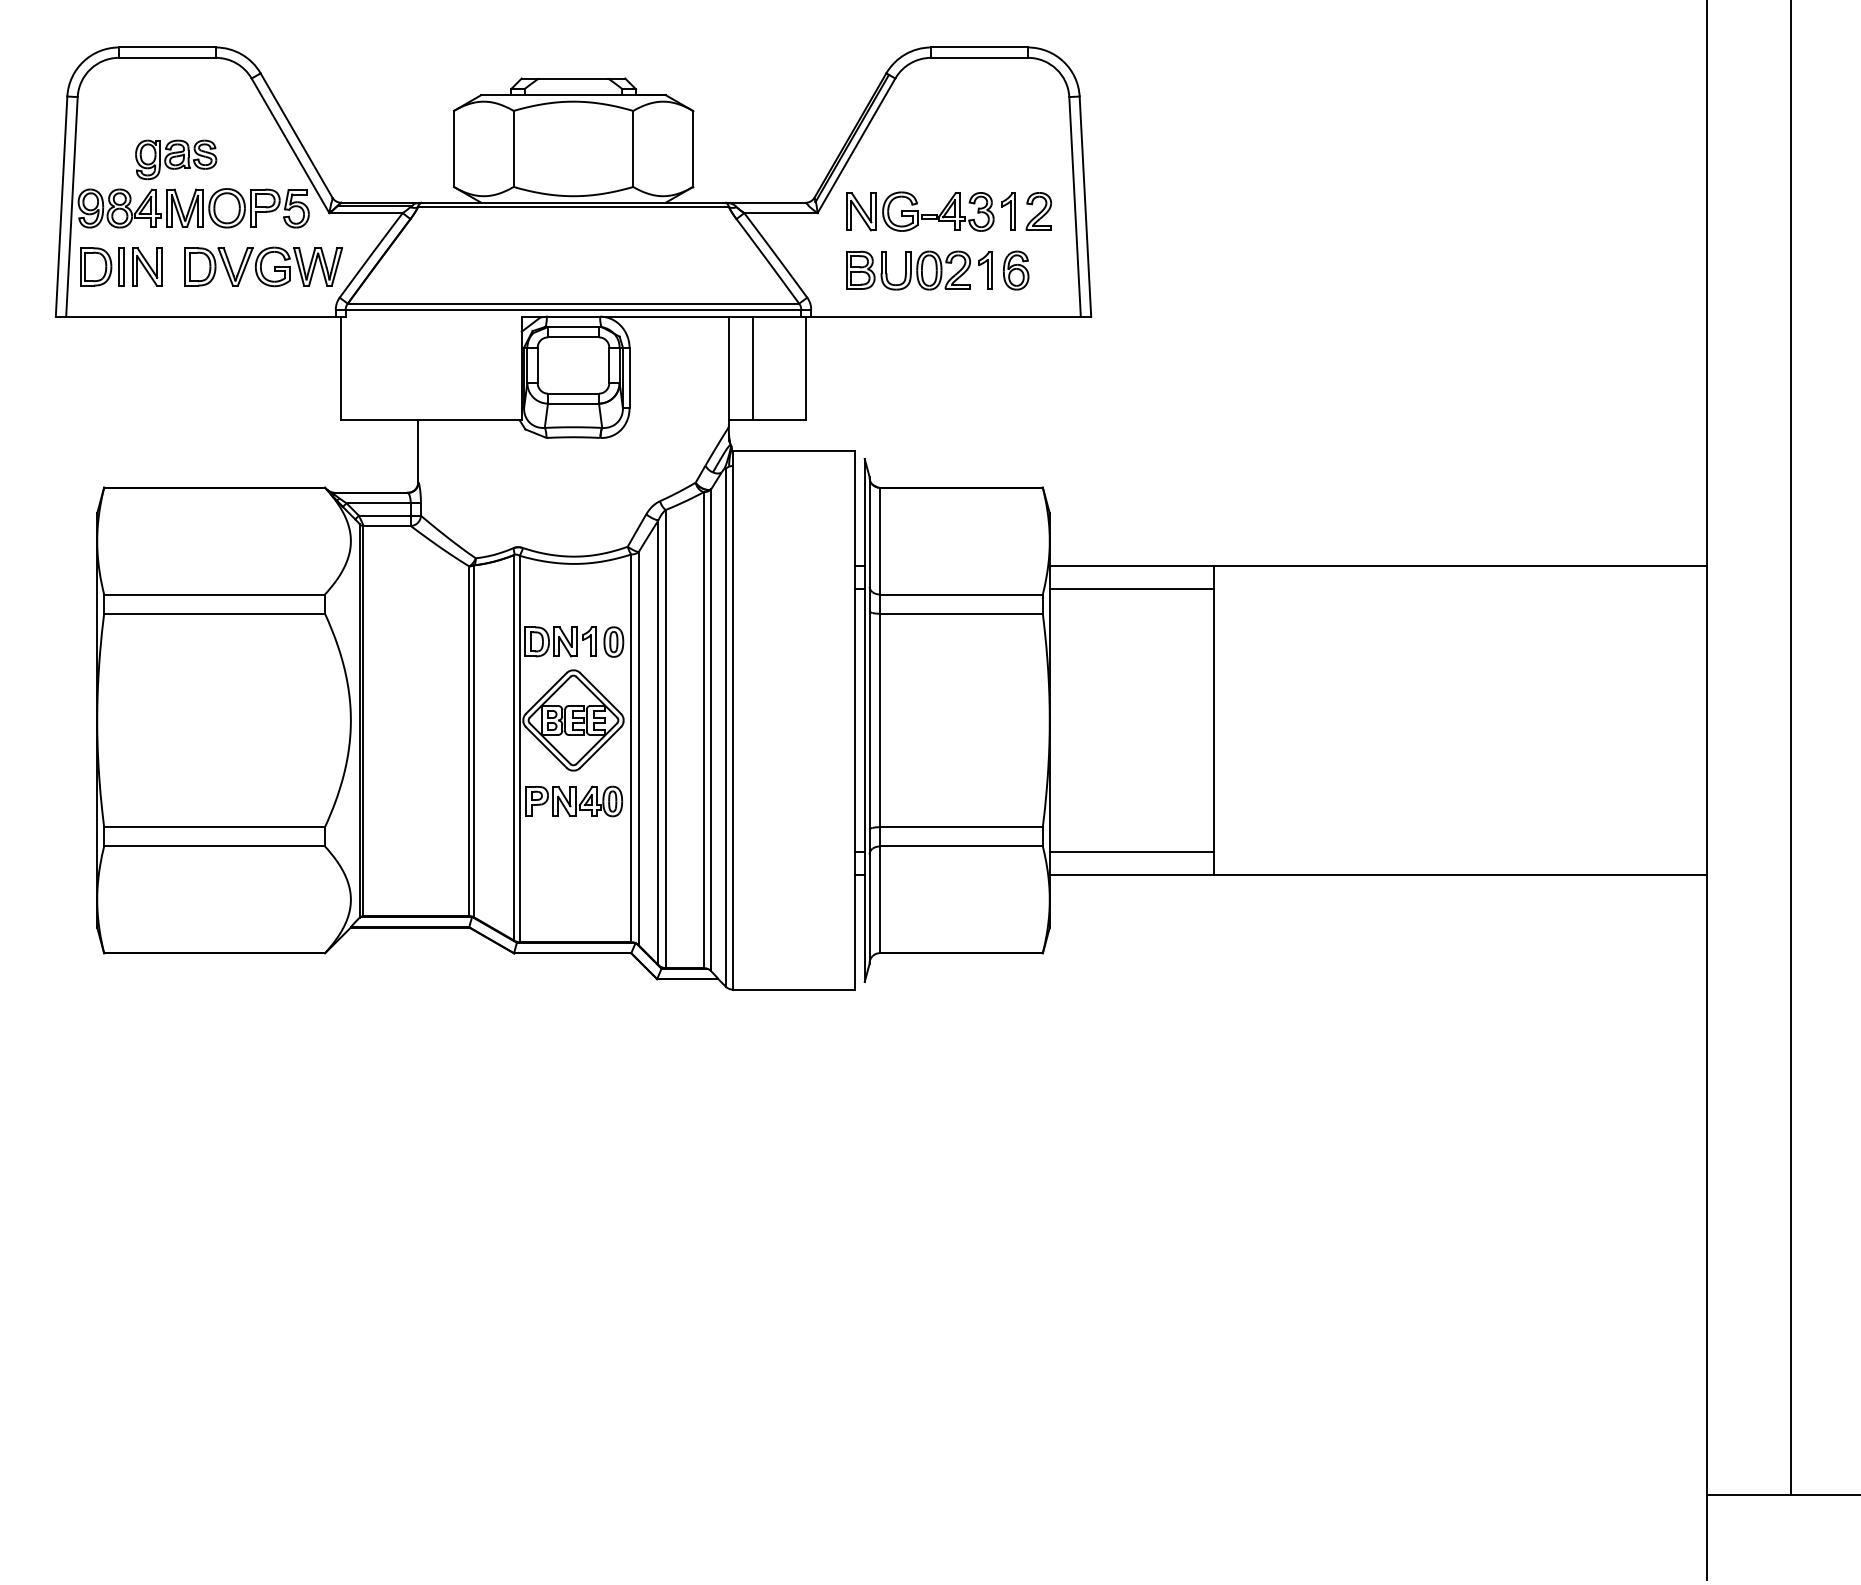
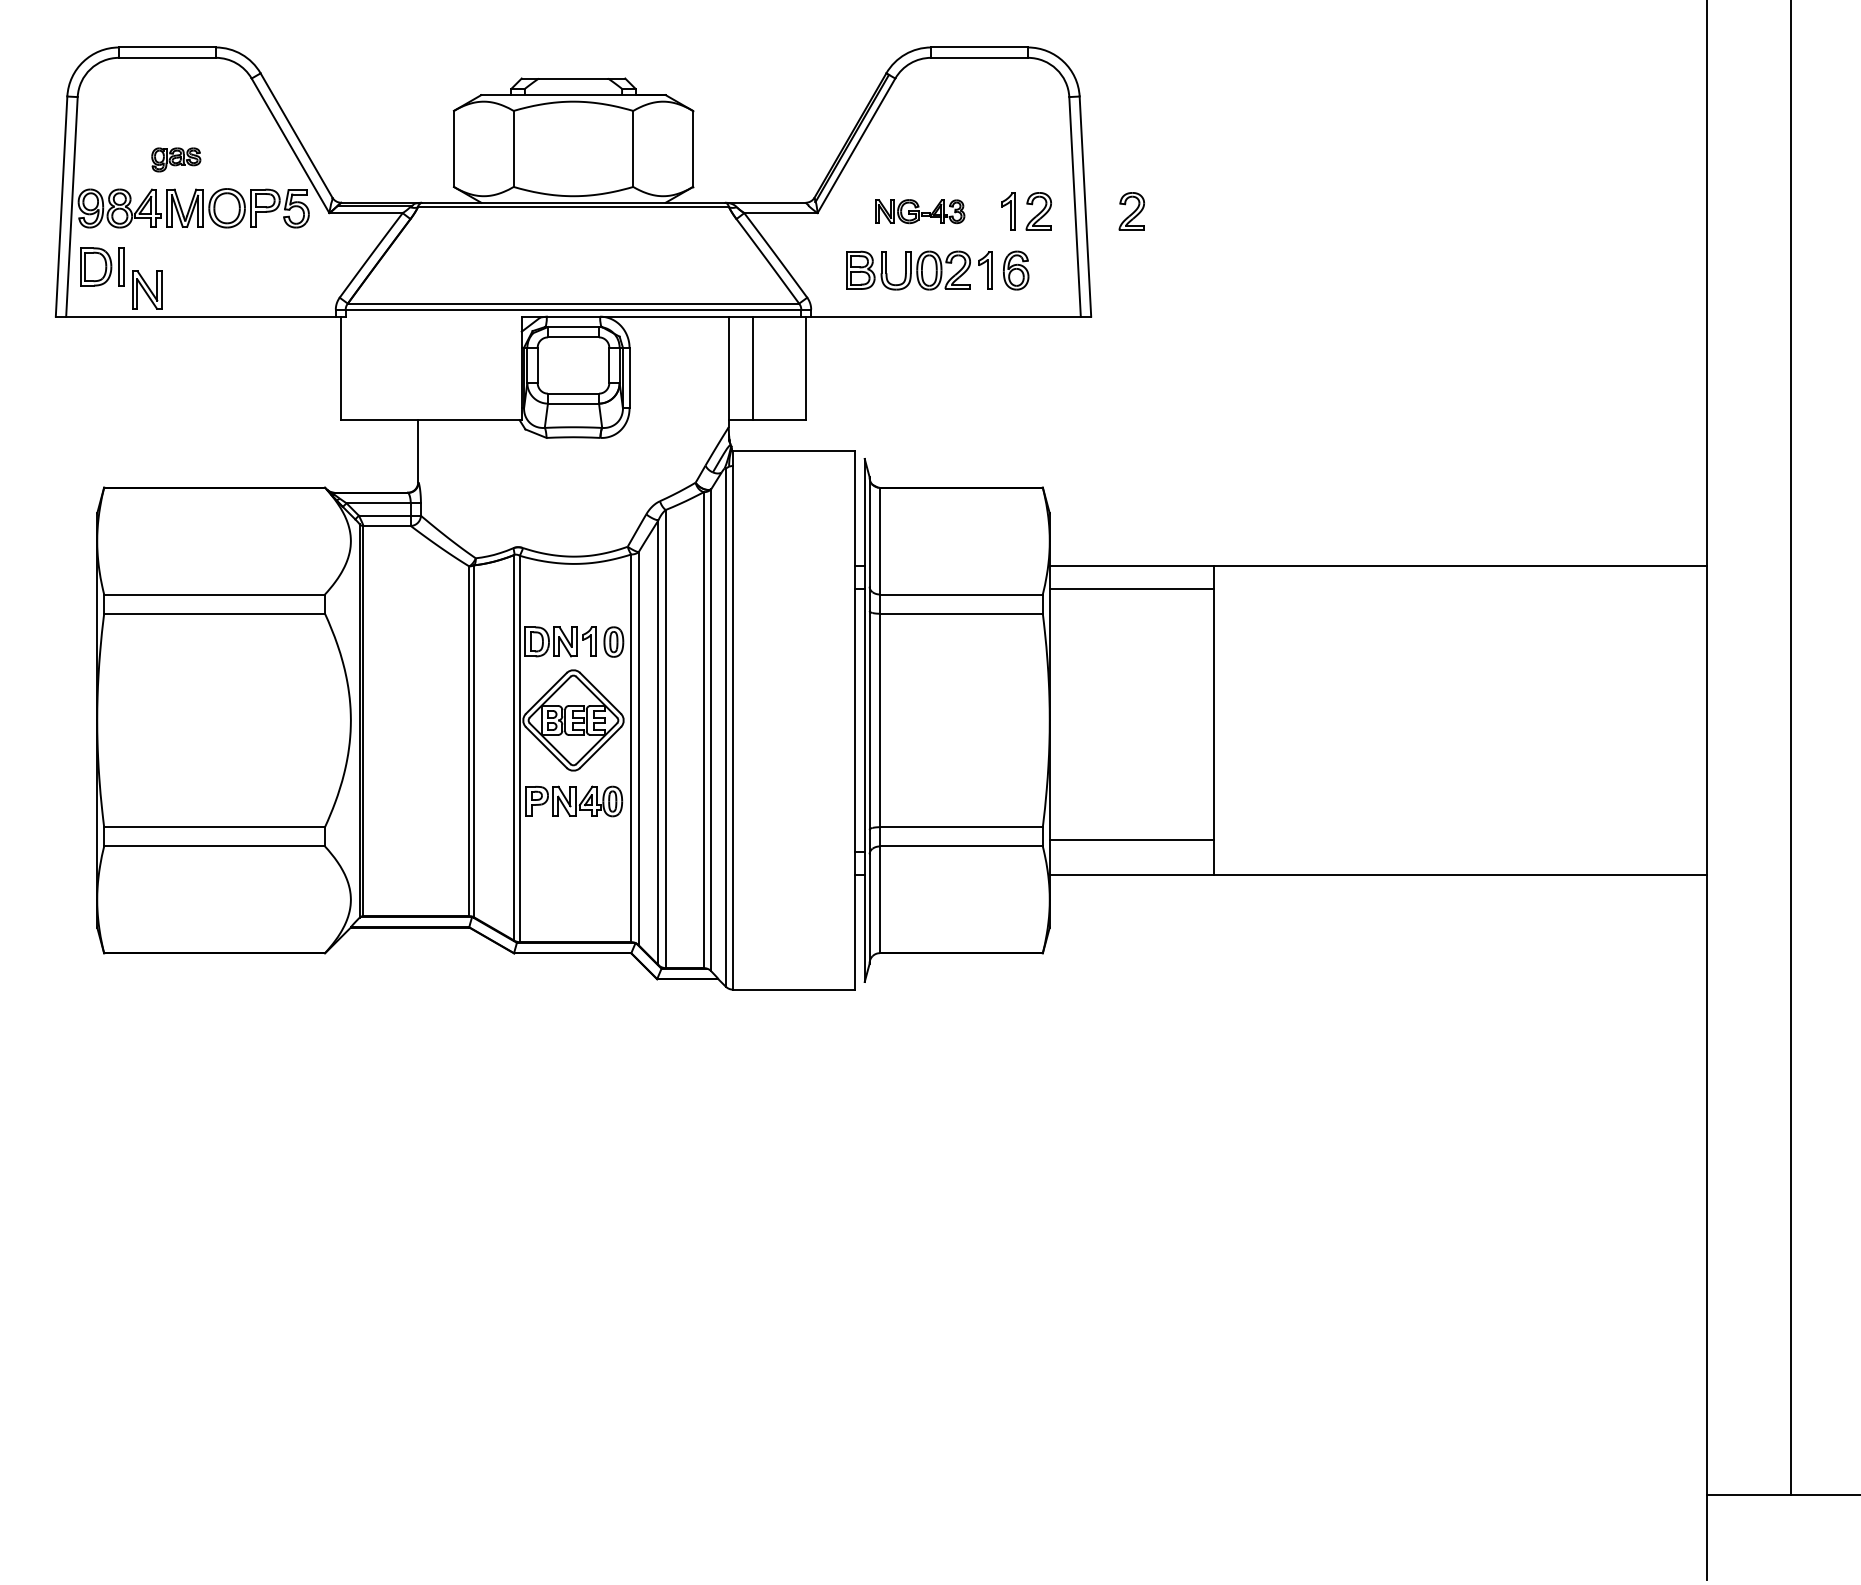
part at (176, 159) size: 83x42 px -> 51x26 px
part at (920, 211) size: 149x41 px -> 91x26 px
part at (1131, 211): none -> present
part at (147, 266) position: (147, 266) -> (147, 289)
part at (263, 266): present -> none
line at (1131, 851) position: (1131, 851) -> (1131, 839)
